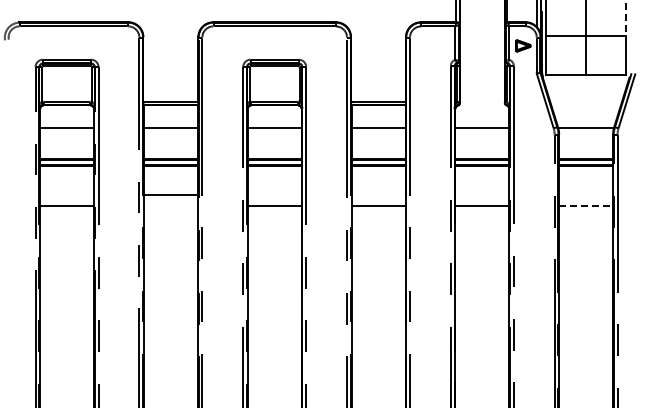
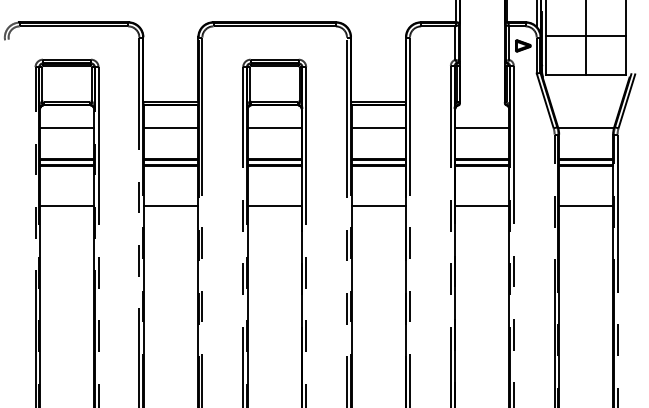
line at (625, 18): dashed -> solid
line at (170, 195) position: (170, 195) -> (170, 206)
line at (586, 206): dashed -> solid
